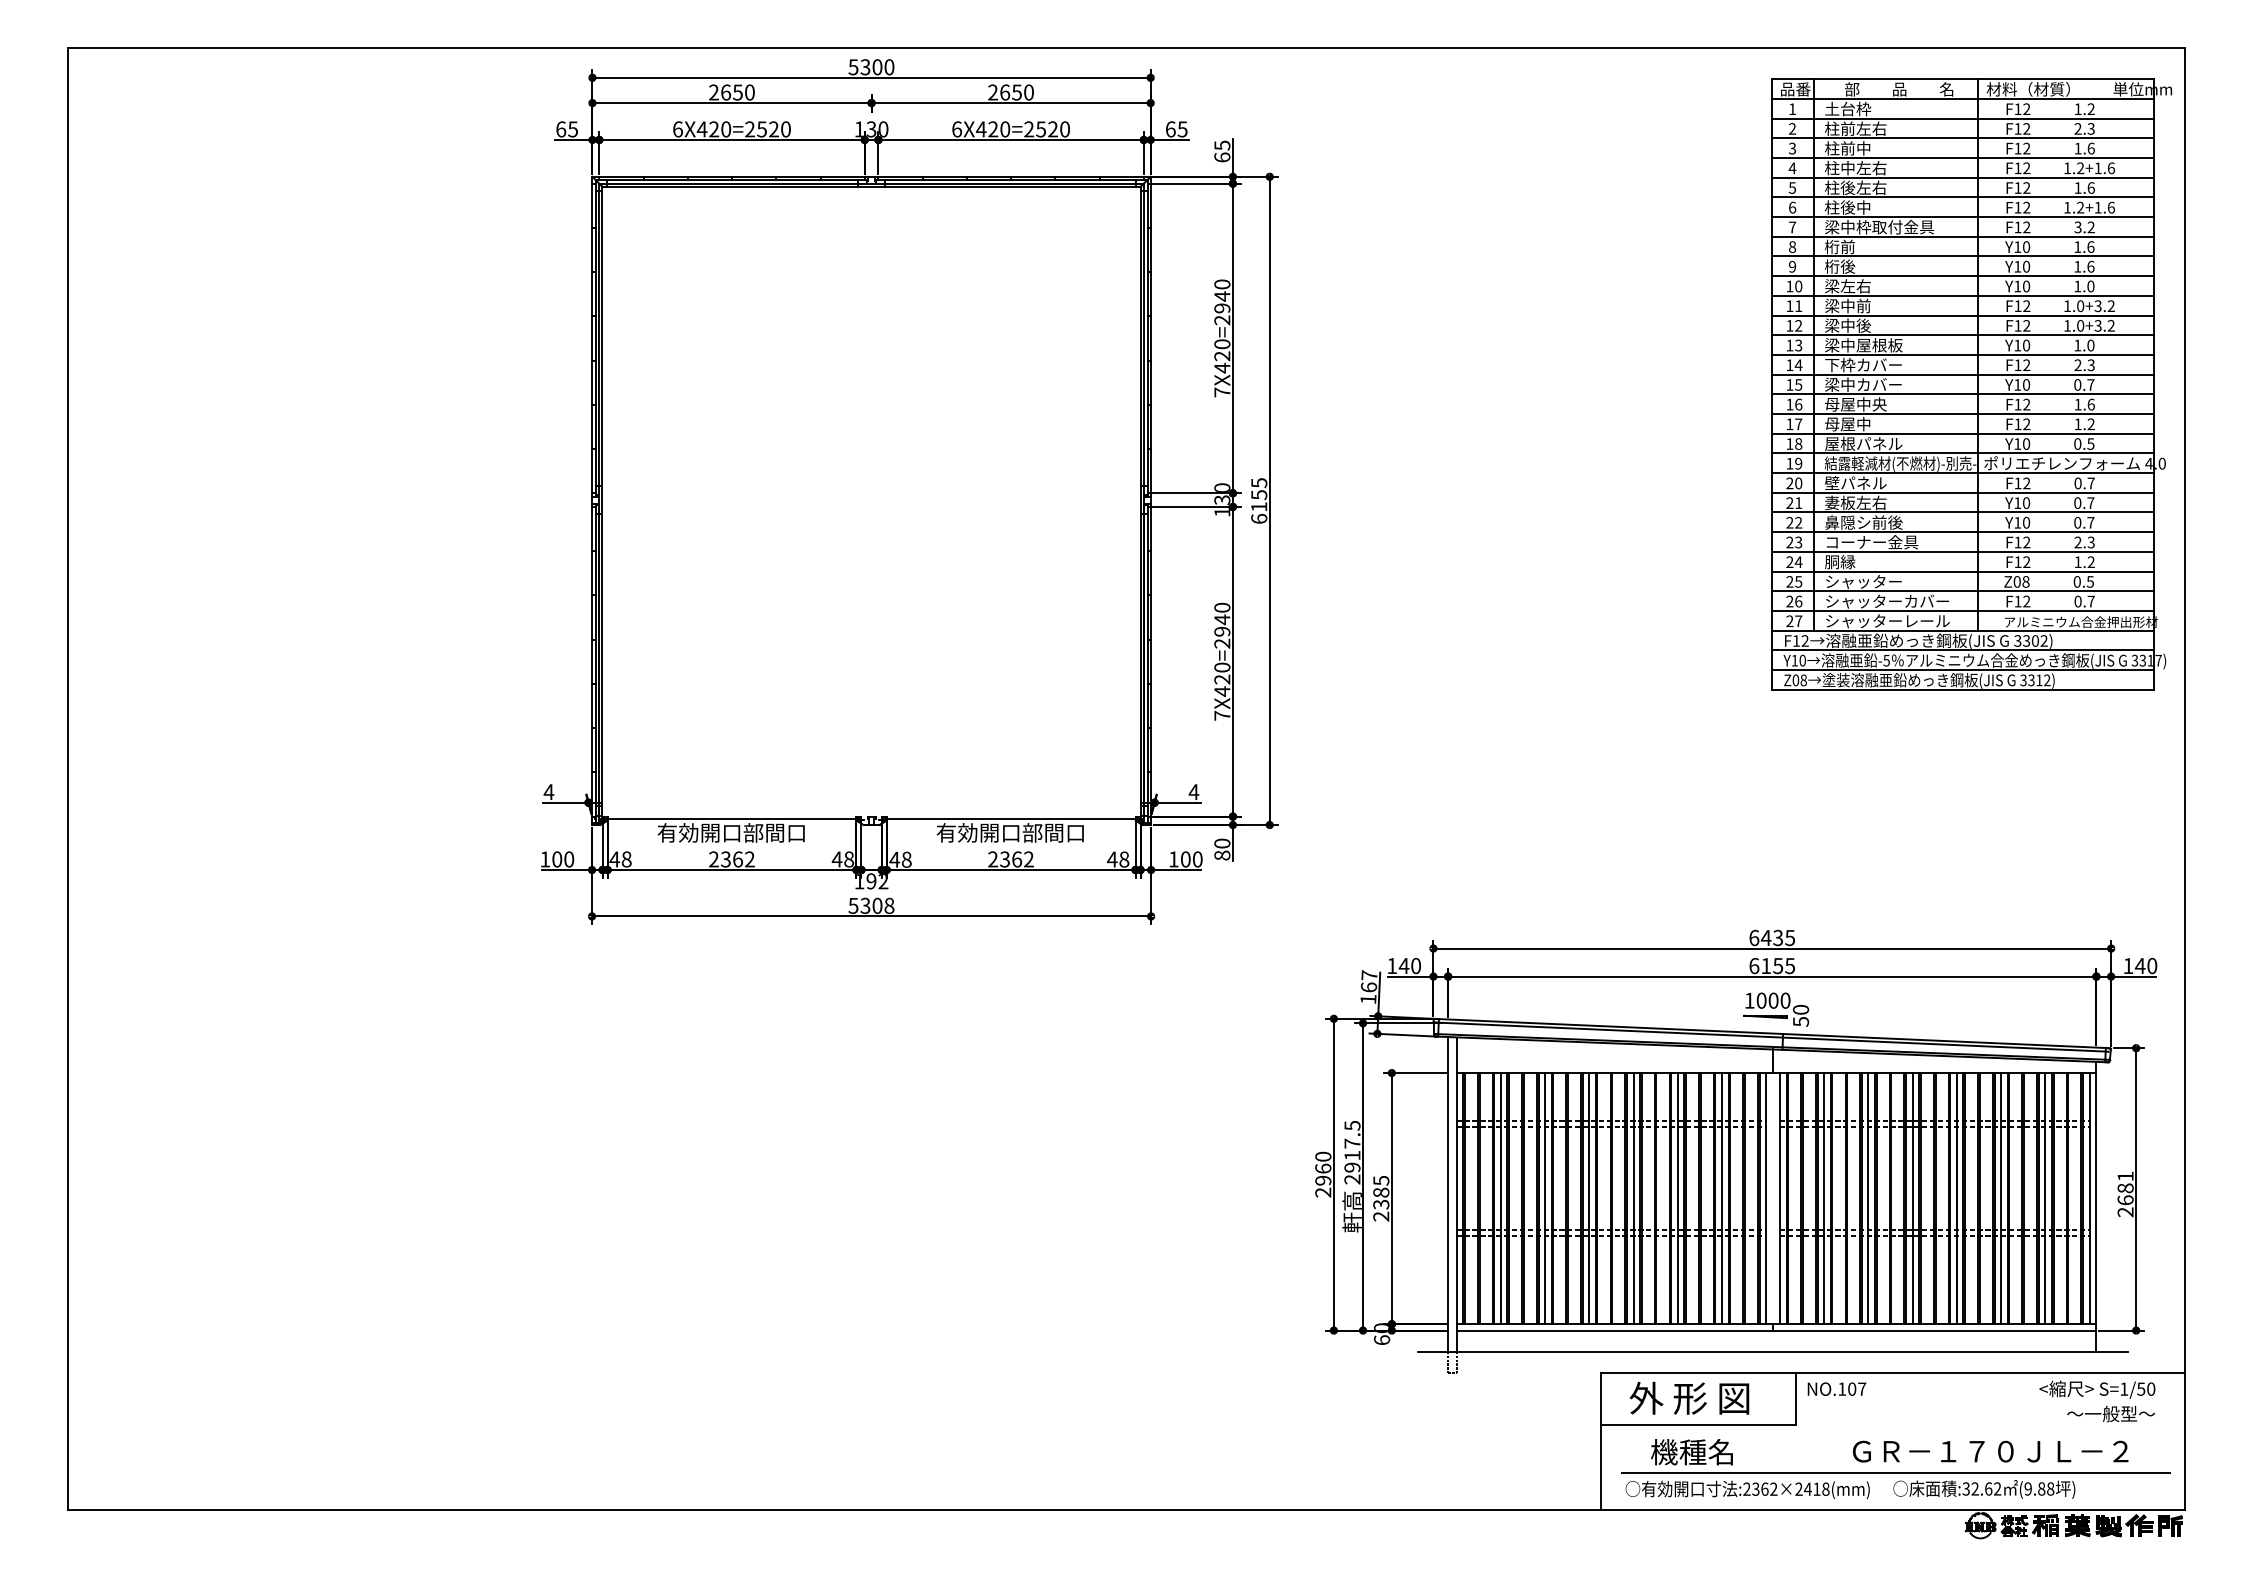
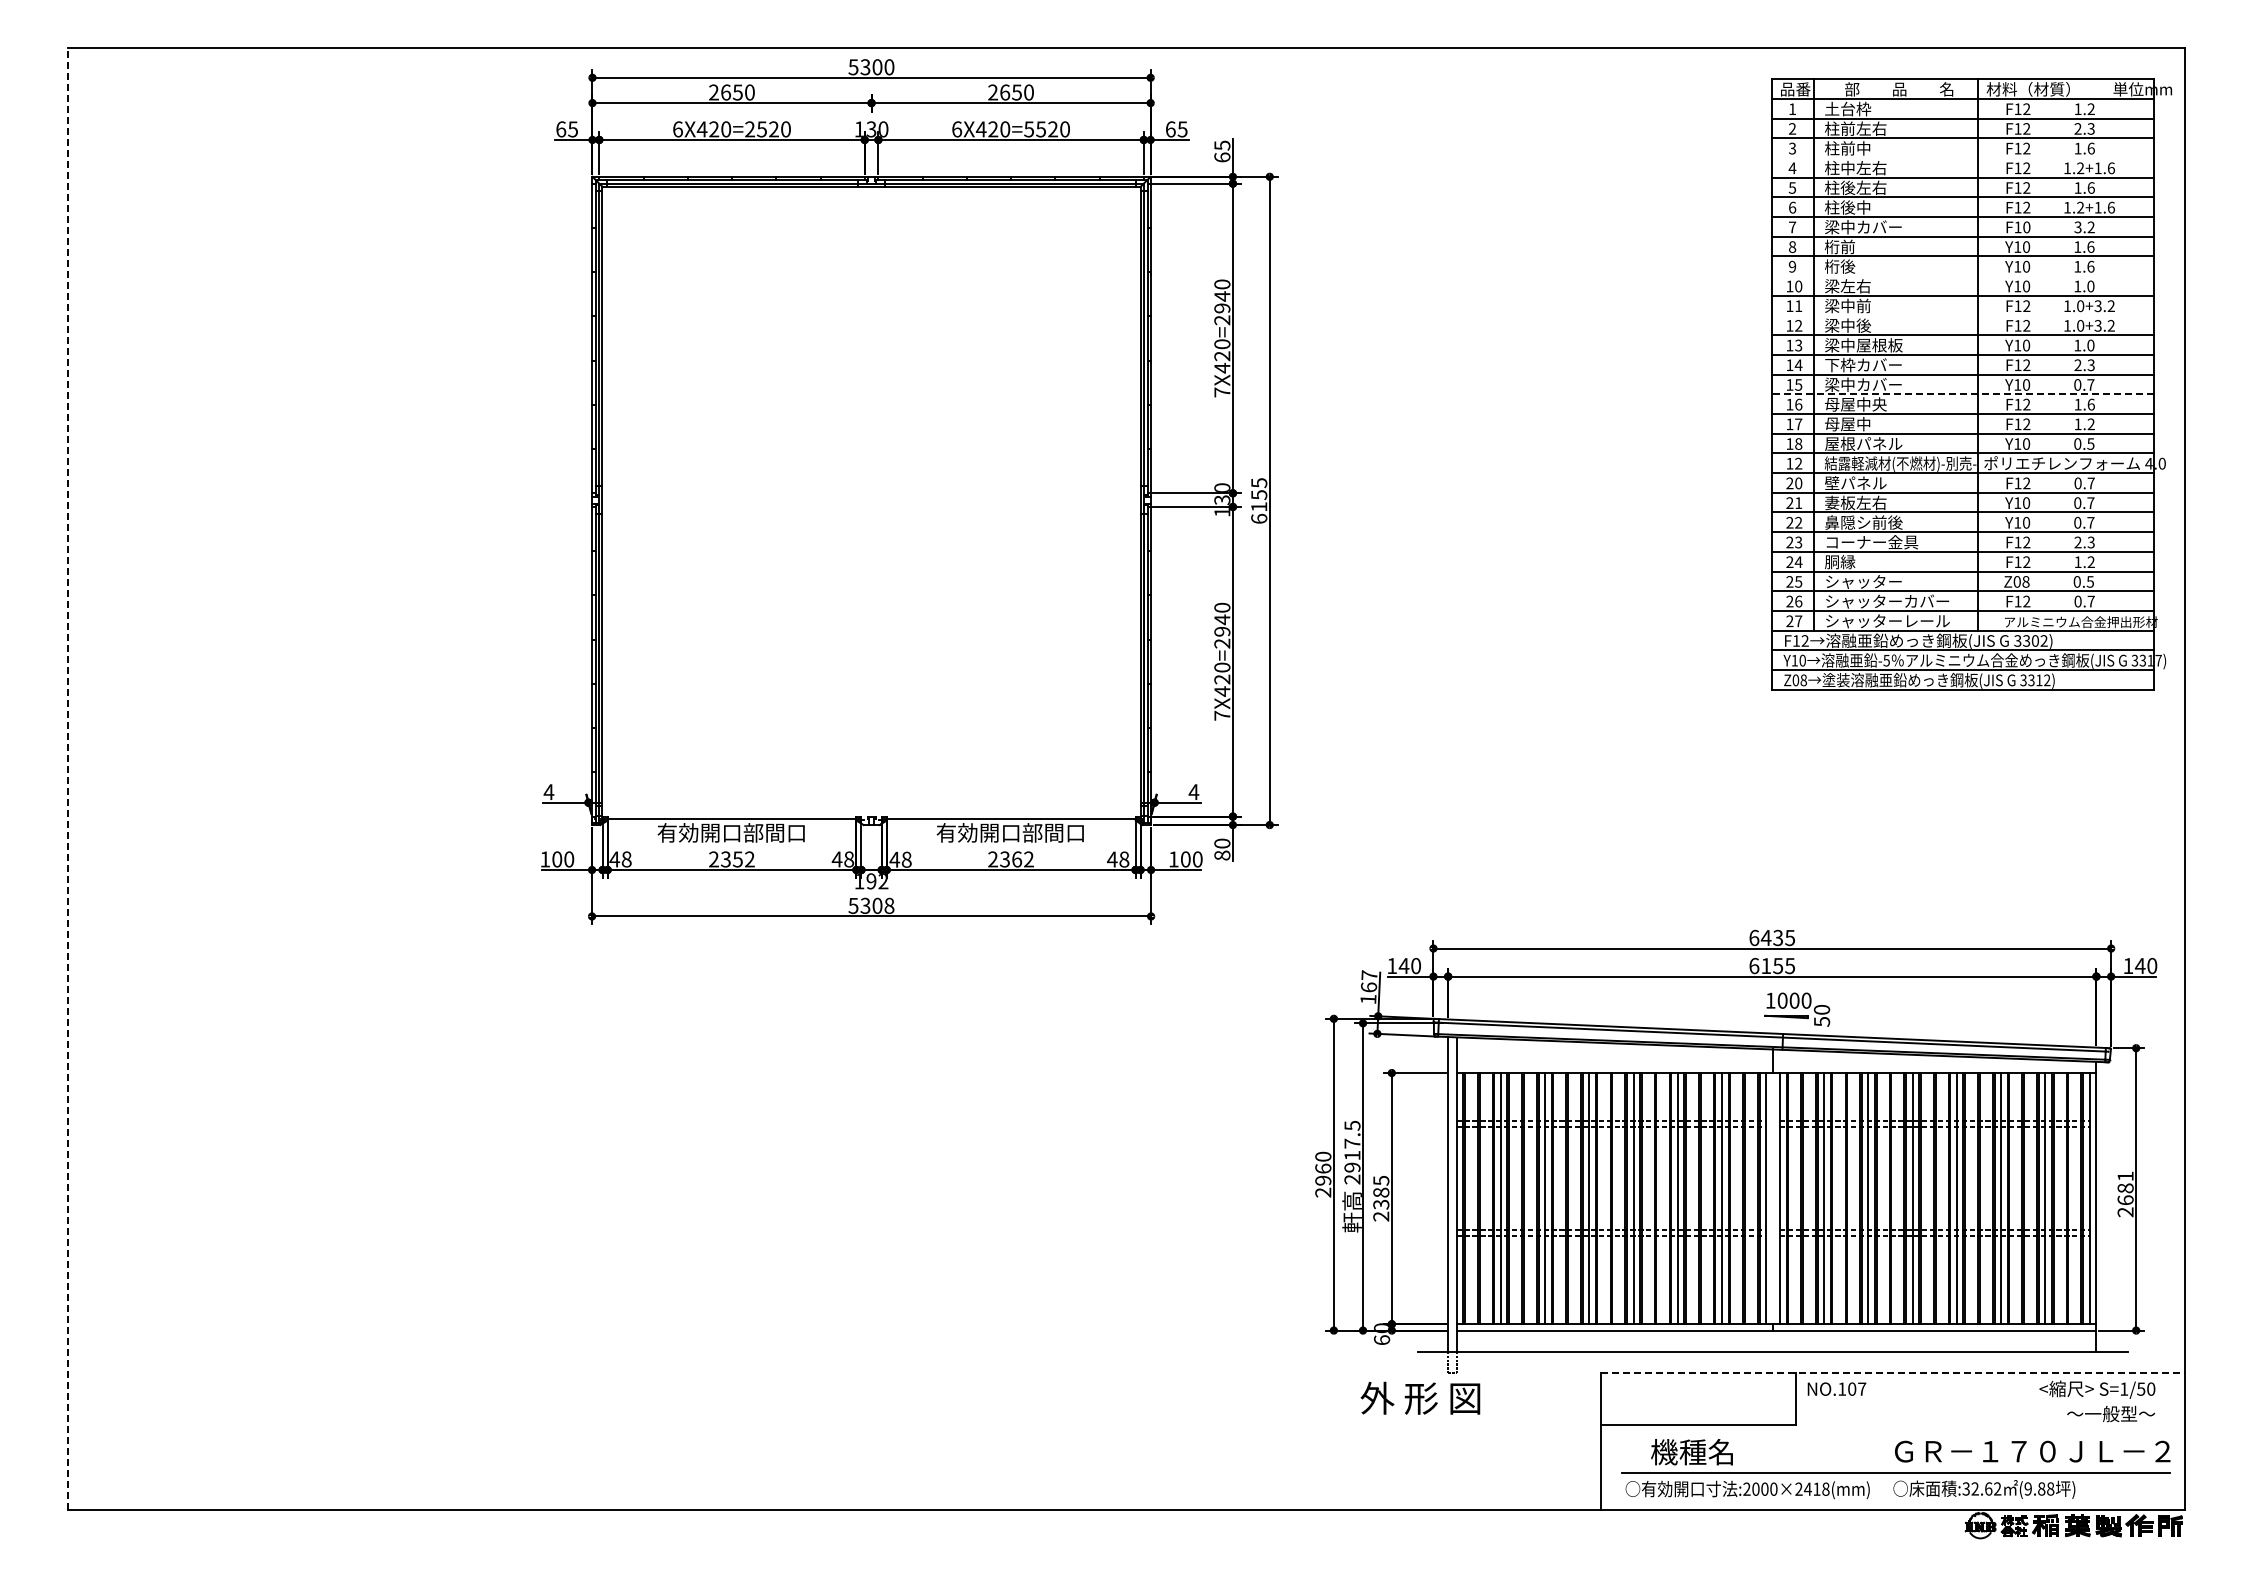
text at (1029, 129): 6X420=2520 -> 6X420=5520
line at (1962, 157): present -> none
text at (1895, 227): 梁中枠取付金具 -> 梁中カバー
text at (2026, 227): F12 -> F10
line at (1962, 276): present -> none
line at (1962, 315): present -> none
line at (1962, 394): solid -> dashed
text at (1798, 463): 19 -> 12
line at (67, 778): solid -> dashed
text at (737, 859): 2362 -> 2352
part at (1776, 1009) position: (1776, 1009) -> (1797, 1009)
line at (1893, 1372): solid -> dashed
text at (1689, 1397) position: (1689, 1397) -> (1420, 1397)
text at (1990, 1451) position: (1990, 1451) -> (2032, 1451)
text at (1764, 1488): :2362×2418(mm) -> :2000×2418(mm)
